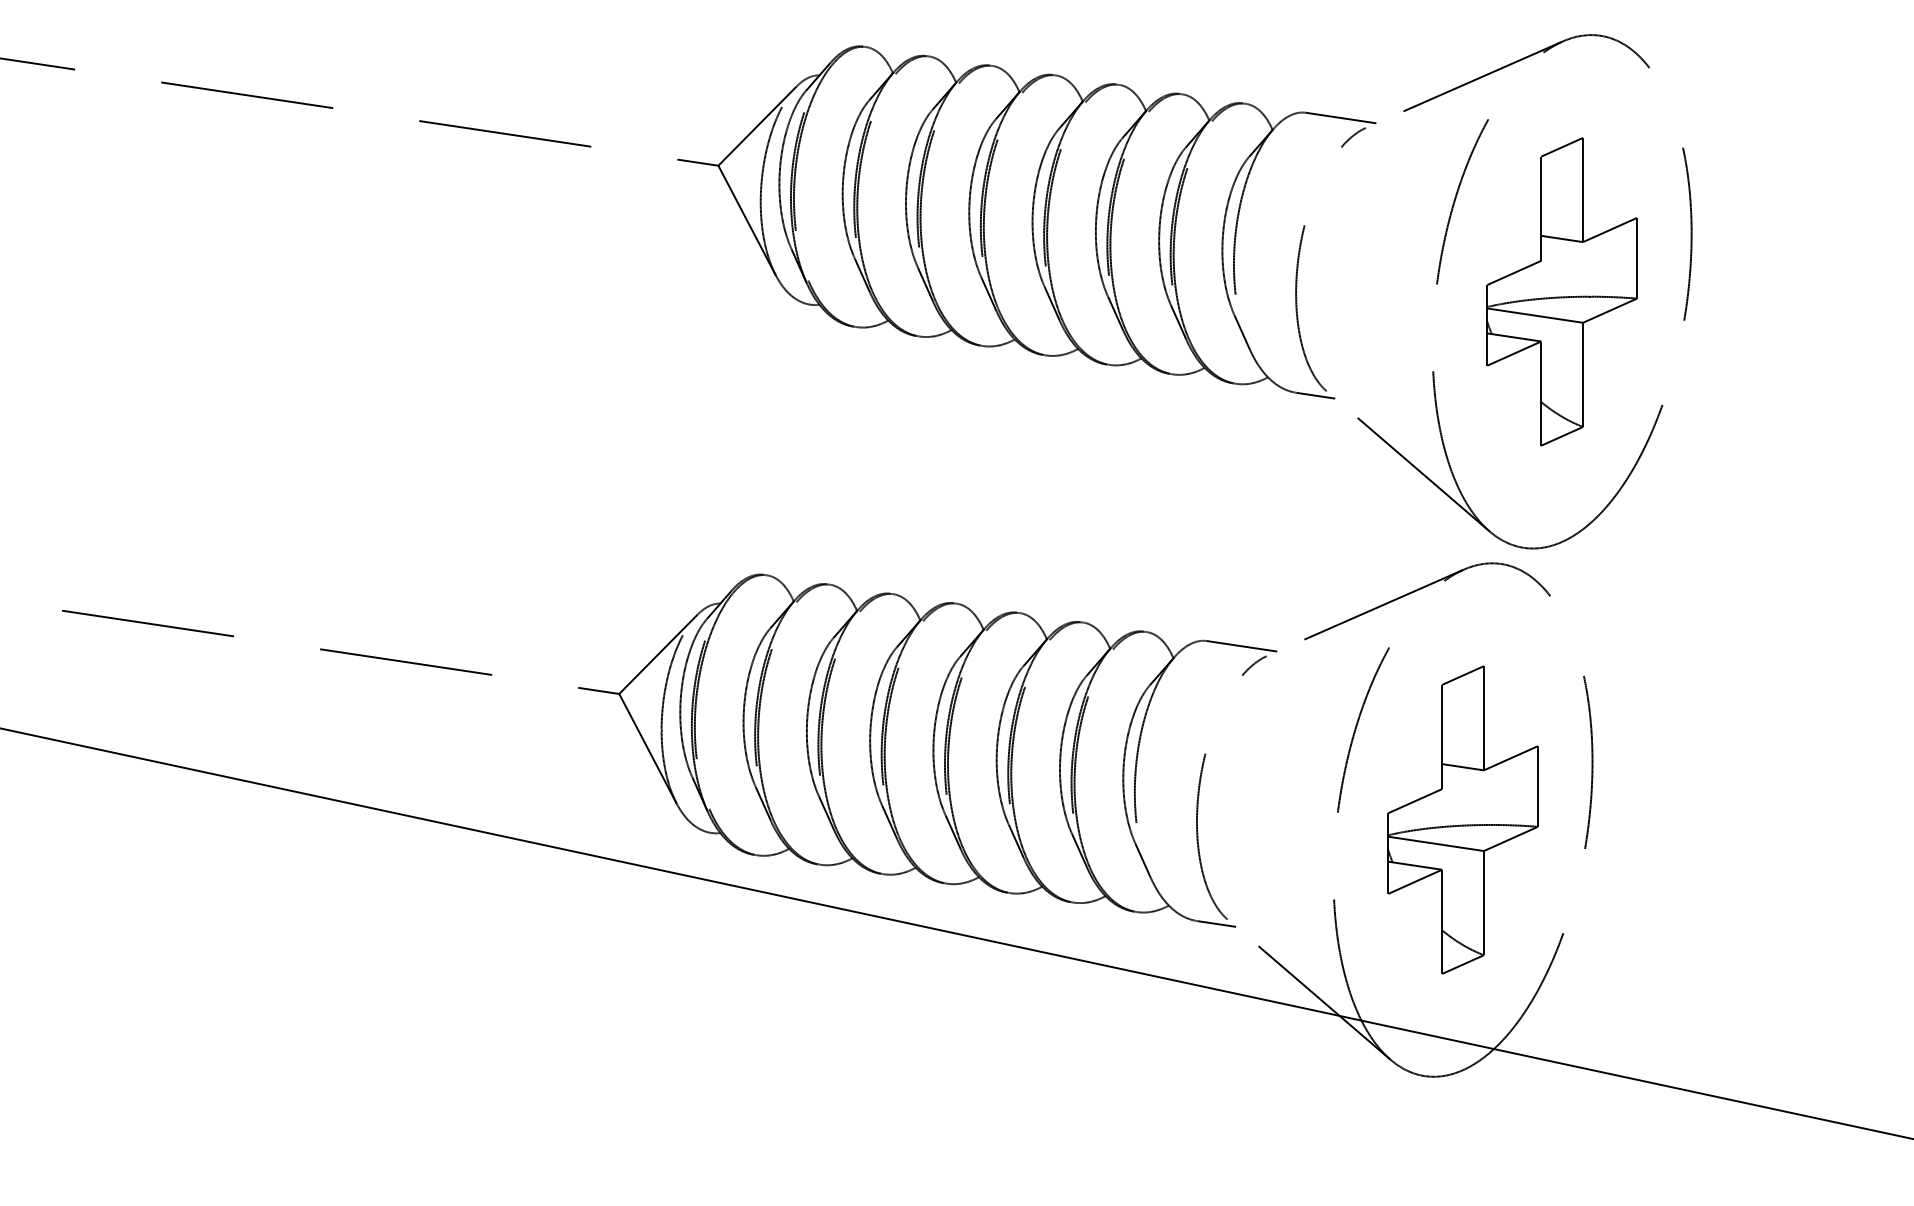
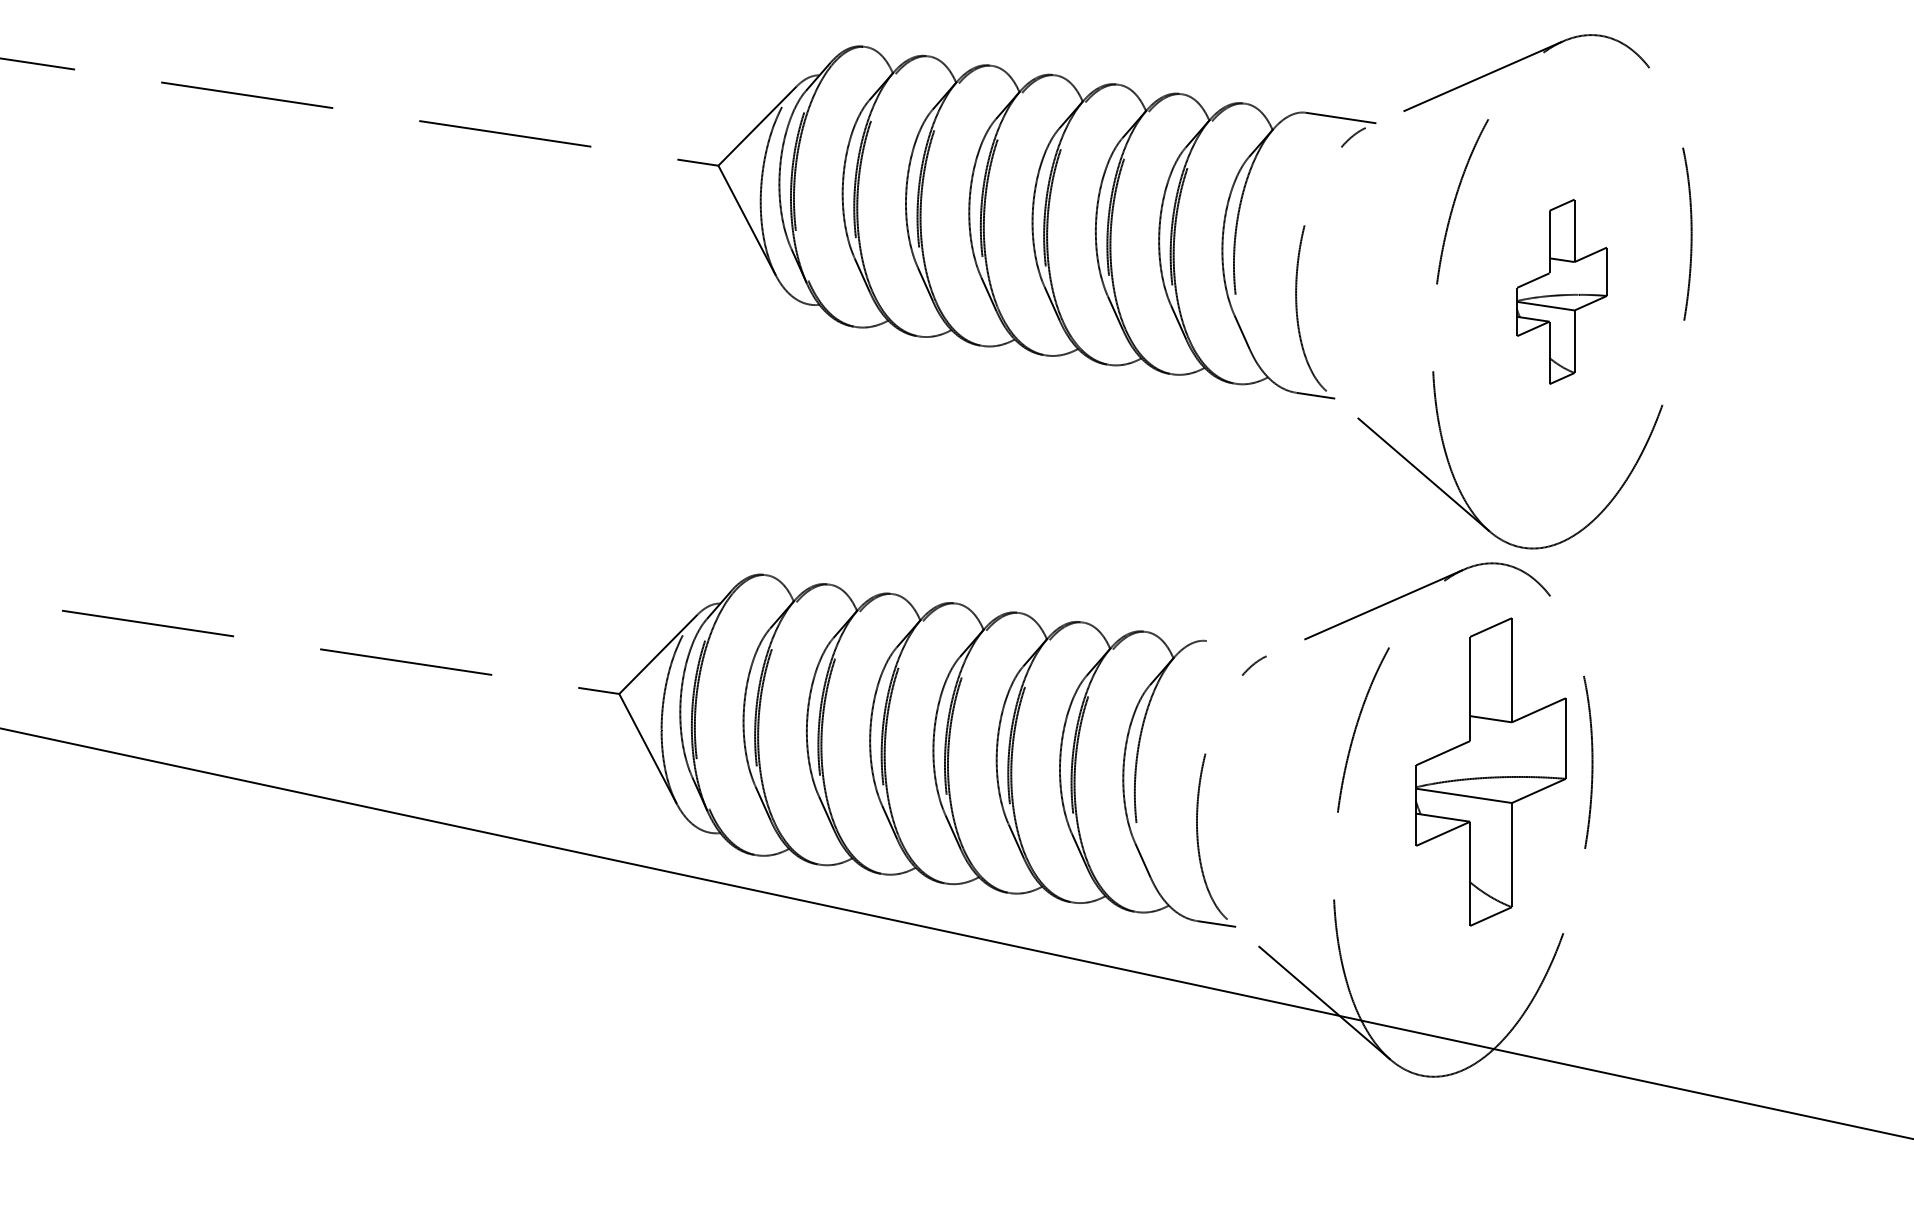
part at (1561, 291) size: 152x310 px -> 92x186 px
line at (1241, 646): present -> none
part at (1462, 819) position: (1462, 819) -> (1490, 771)
